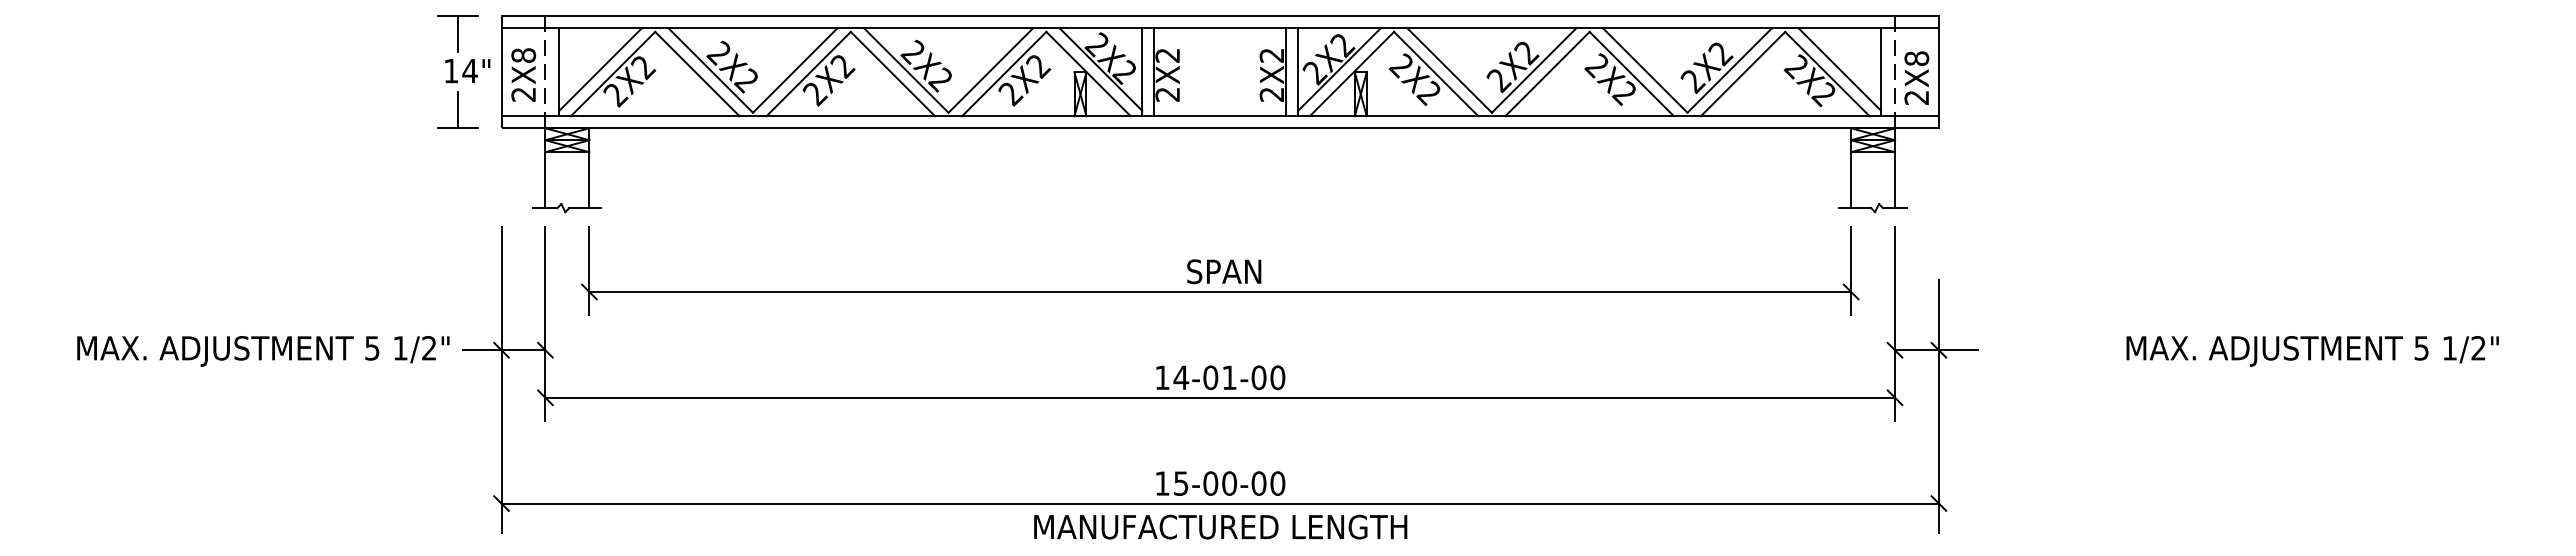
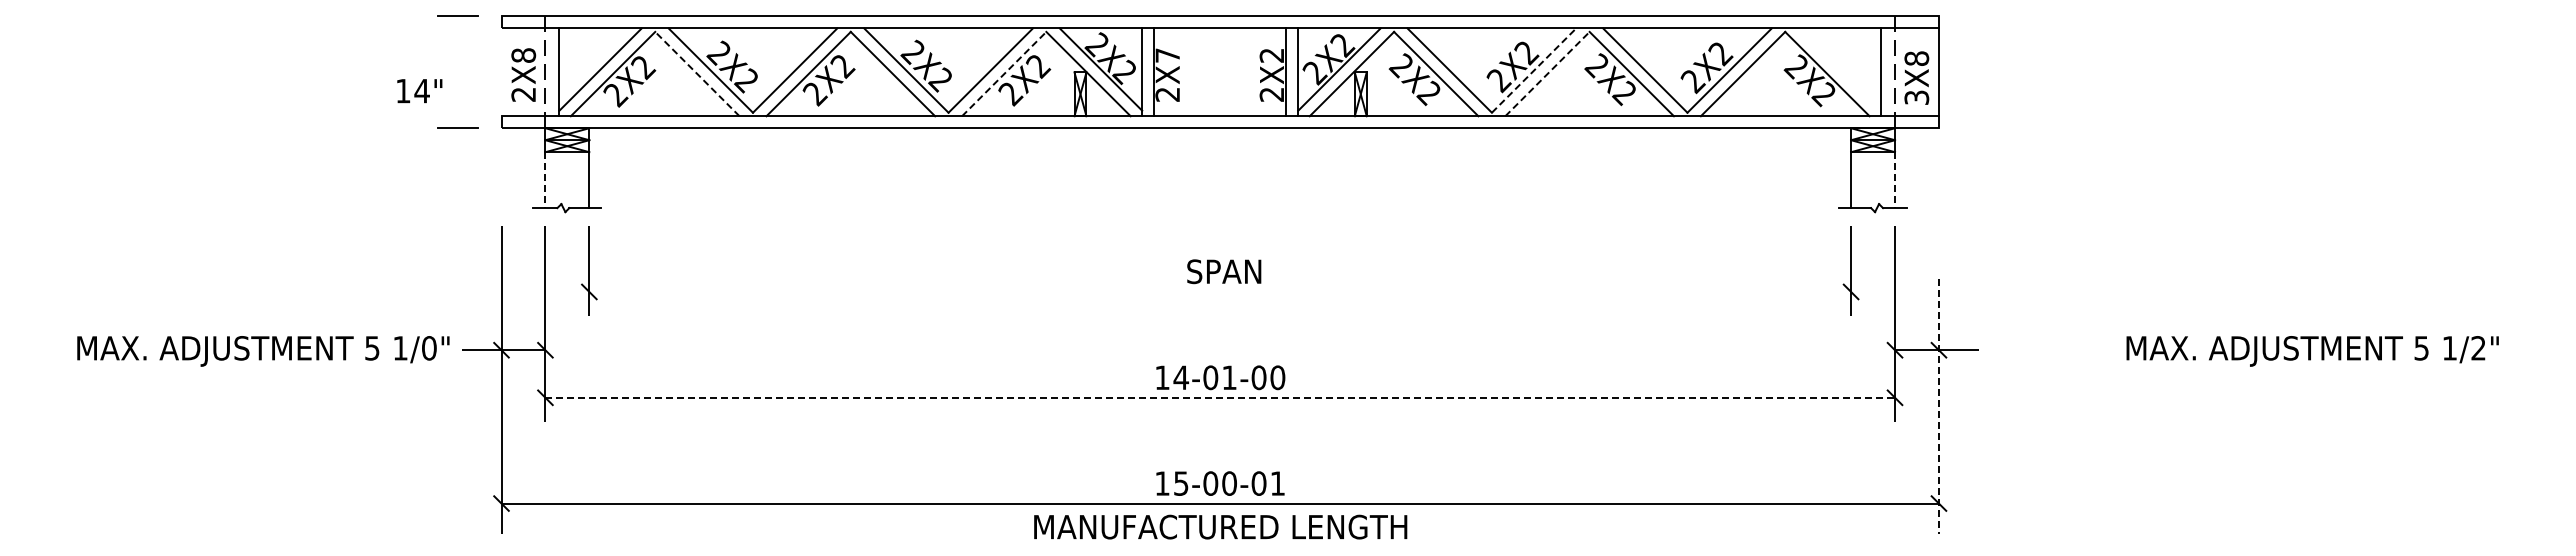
line at (457, 34): present -> none
text at (1167, 55): 2X2 -> 2X7
line at (1839, 69): present -> none
line at (1534, 70): solid -> dashed
text at (467, 71) position: (467, 71) -> (419, 91)
line at (501, 72): present -> none
line at (697, 74): solid -> dashed
line at (1004, 74): solid -> dashed
line at (1547, 74): solid -> dashed
text at (1916, 97): 2X8 -> 3X8
line at (457, 110): present -> none
line at (545, 180): solid -> dashed
line at (1895, 180): solid -> dashed
line at (1220, 291): present -> none
text at (429, 348): 1/2" -> 1/0"
line at (1220, 397): solid -> dashed
line at (1938, 406): solid -> dashed
text at (1277, 483): 15-00-00 -> 15-00-01
